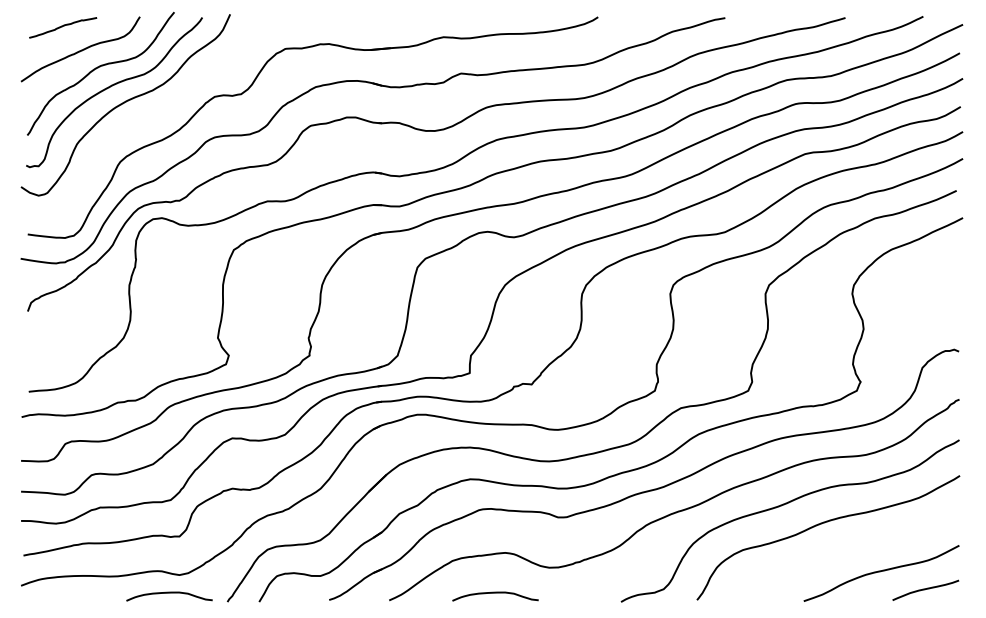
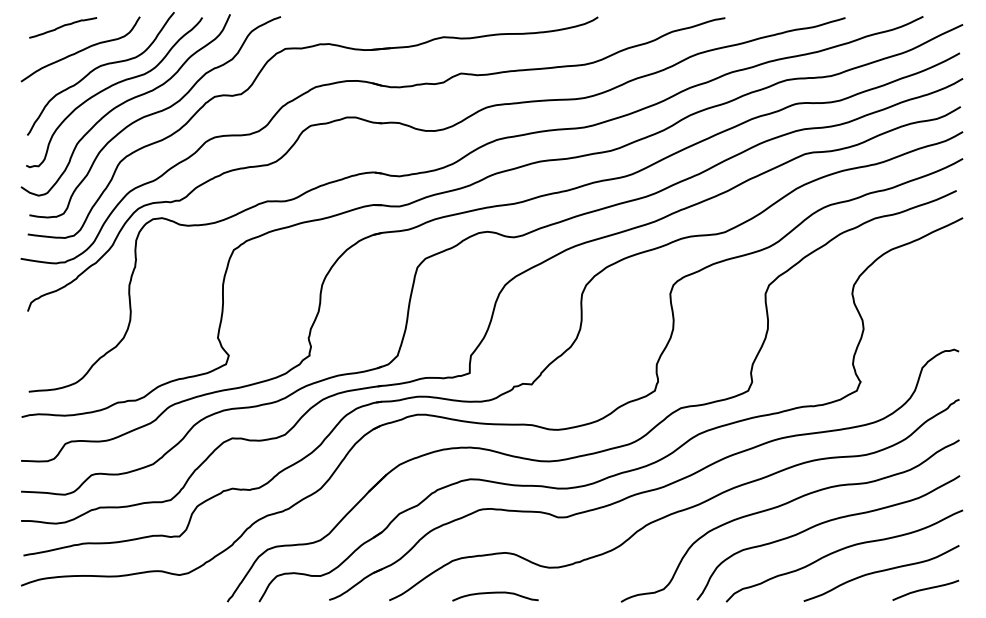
curve at (154, 114): none -> present
curve at (841, 550): none -> present
curve at (169, 593): present -> none
